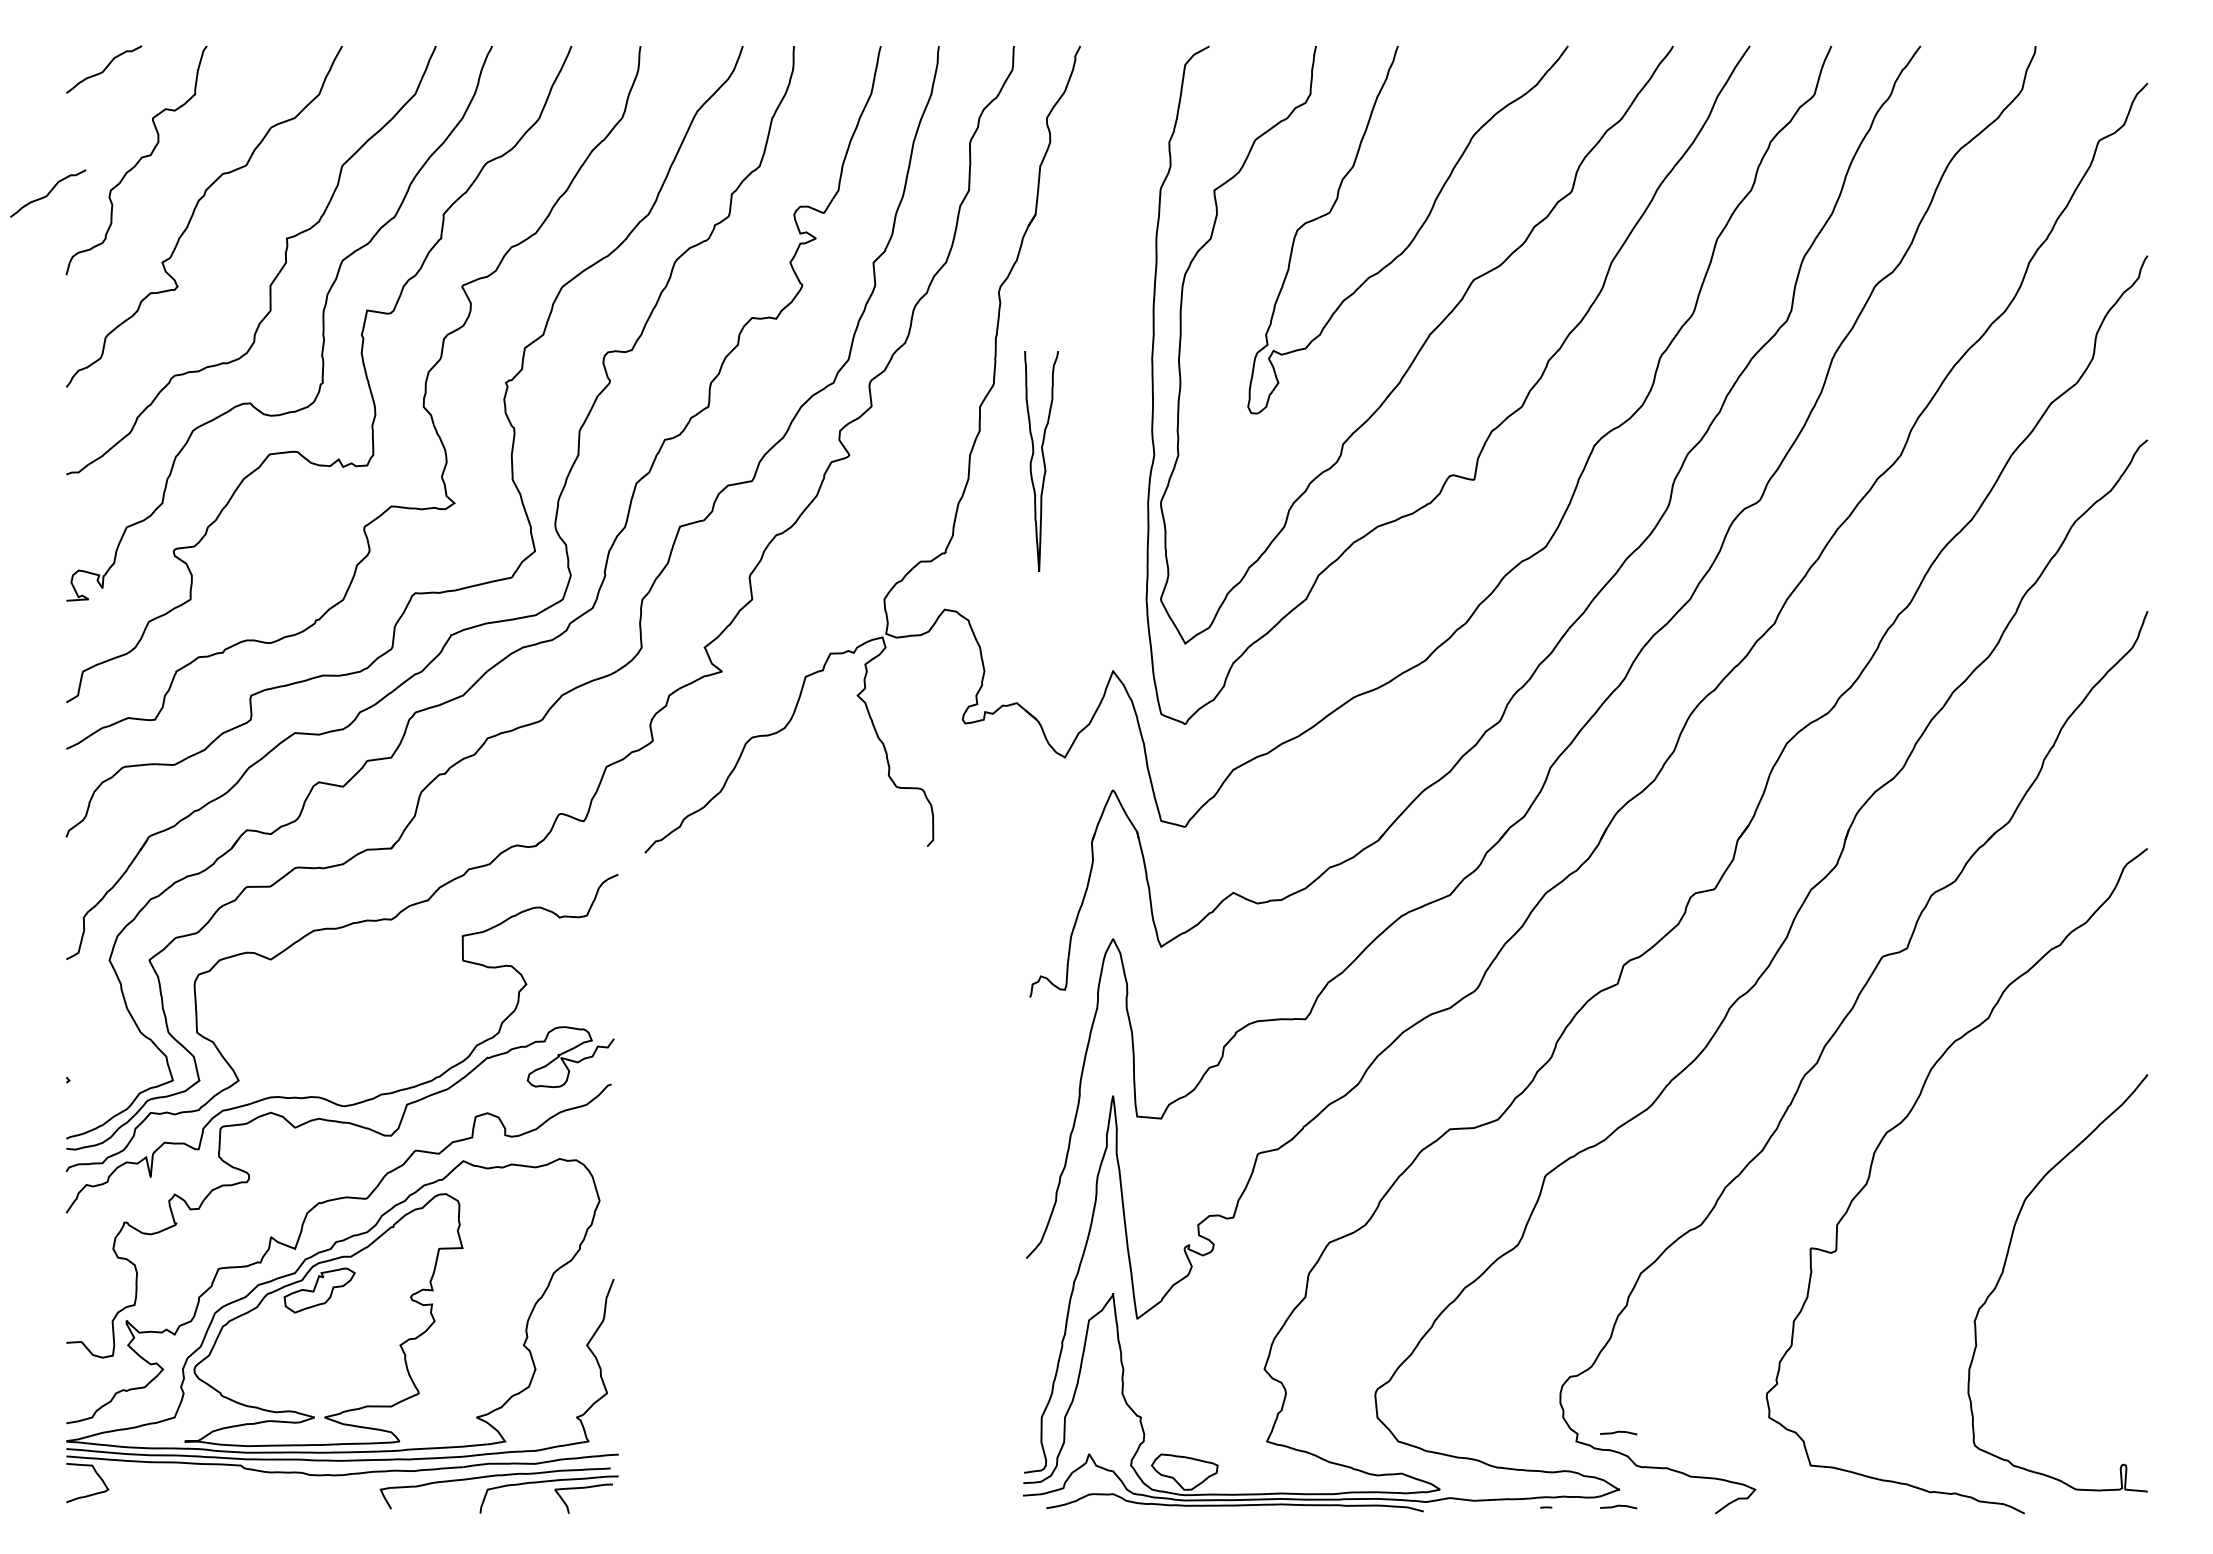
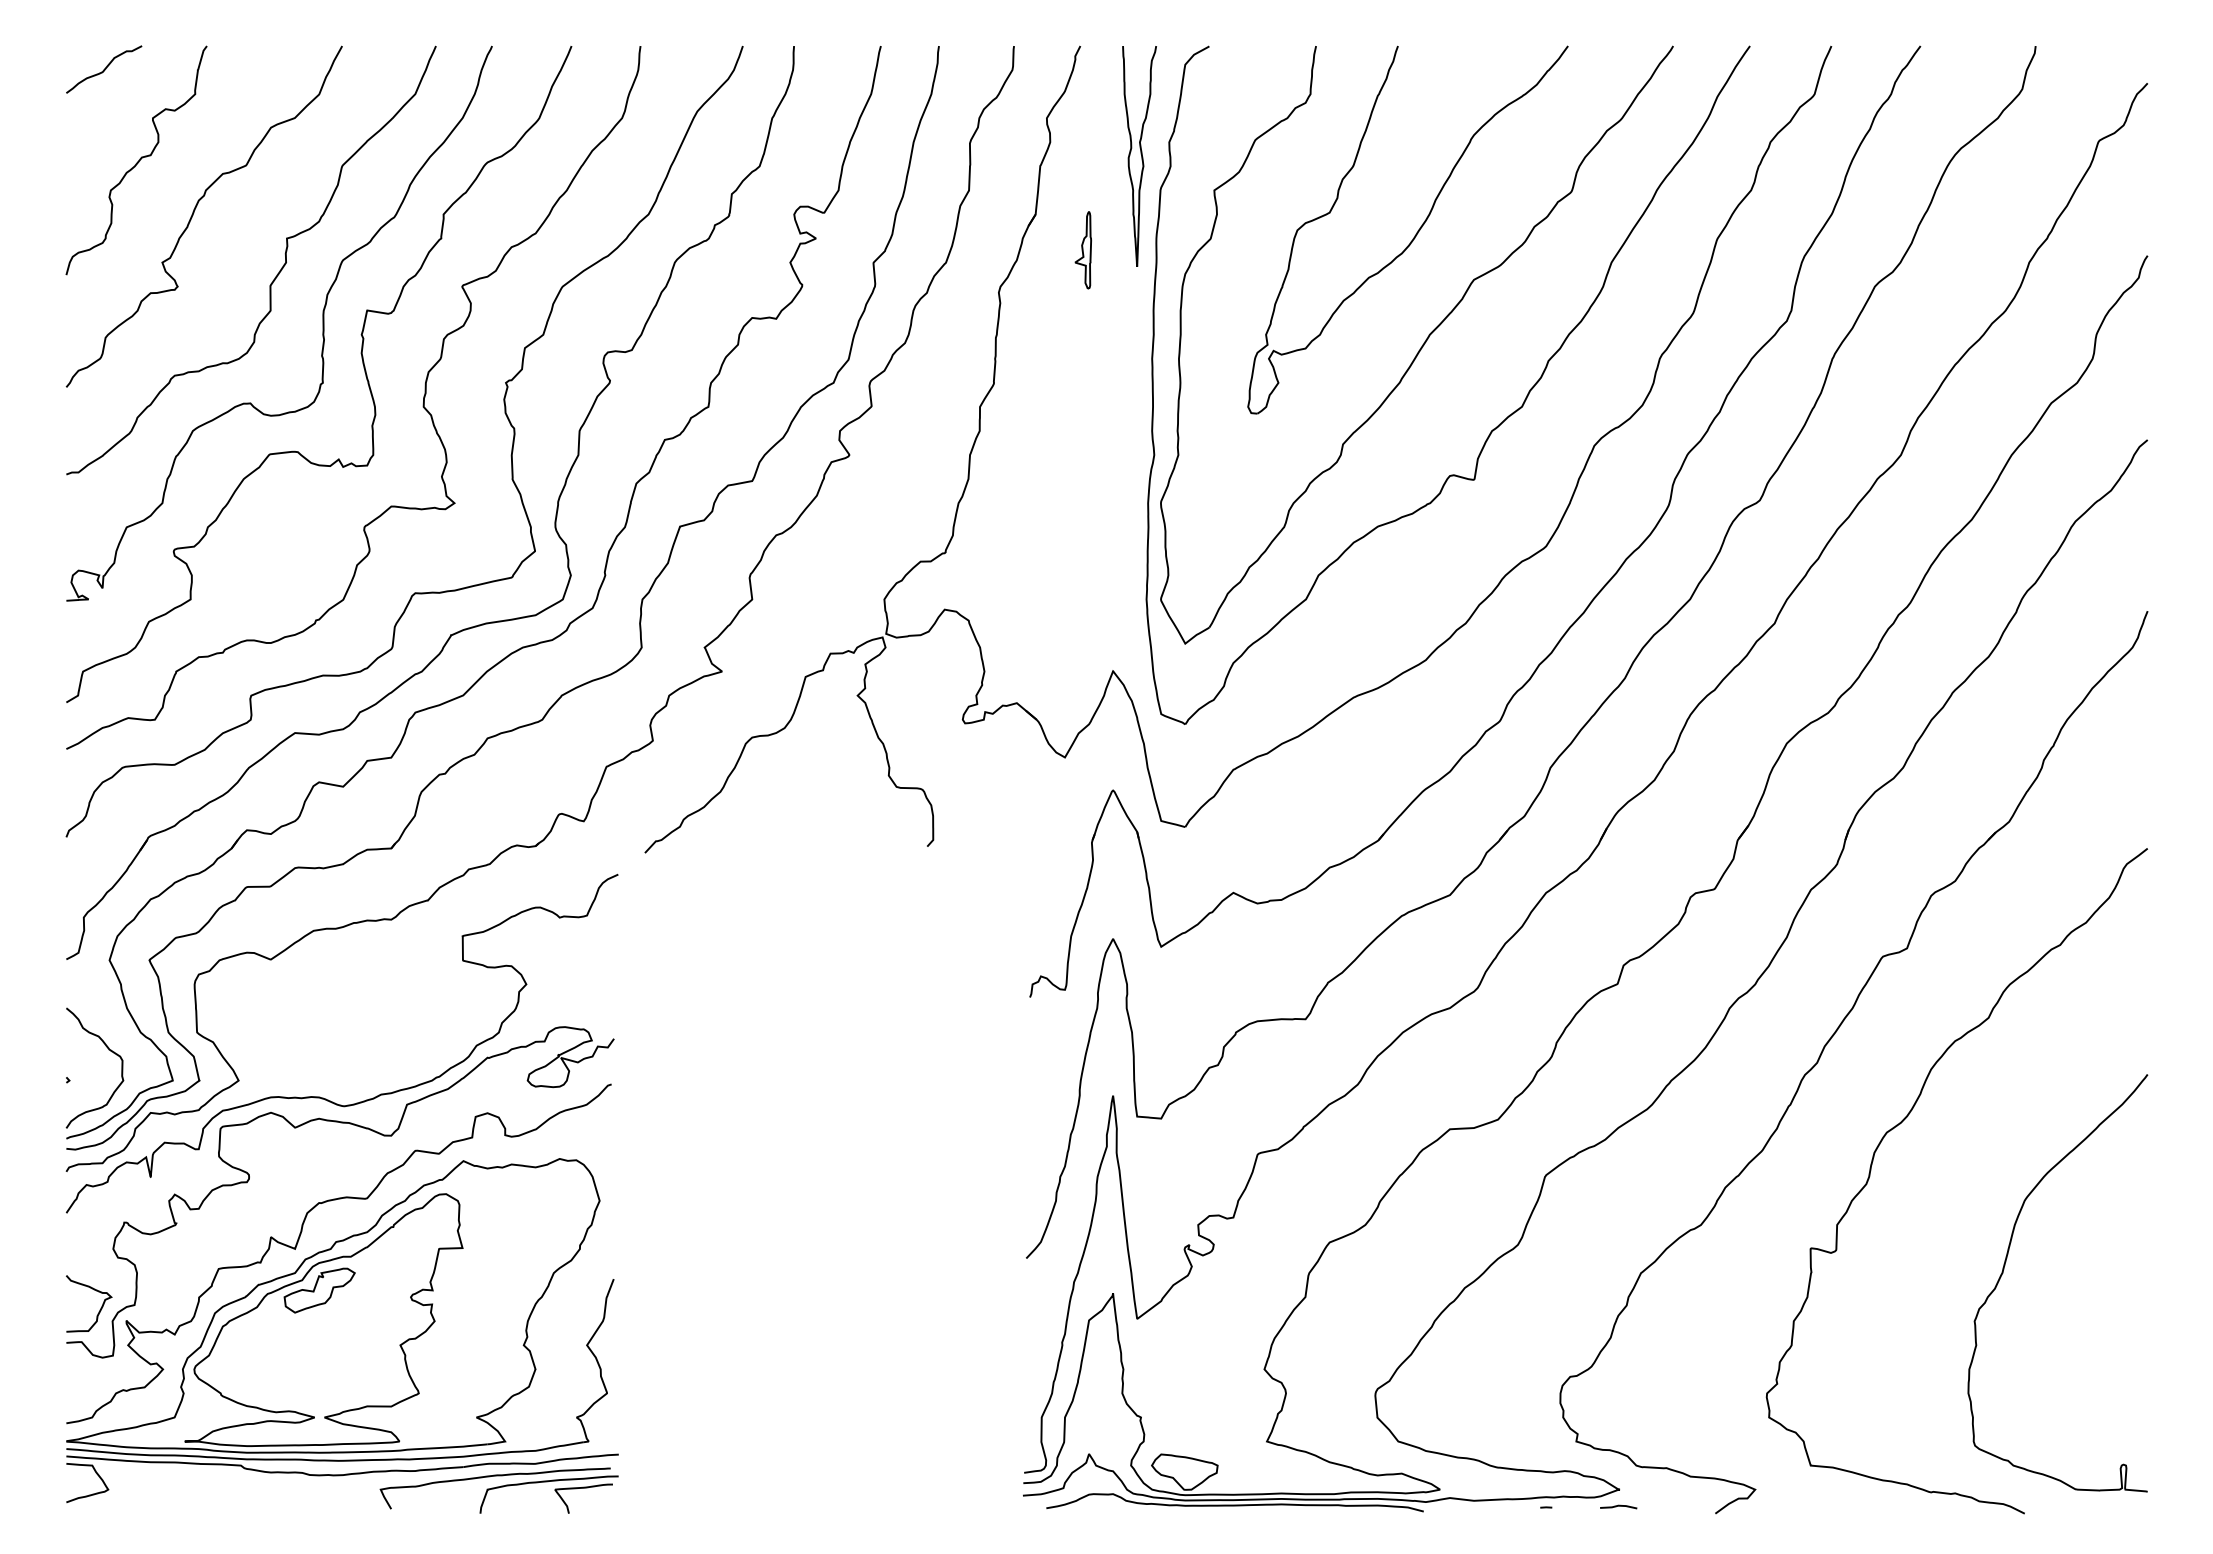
curve at (48, 193): present -> none
part at (1082, 250): none -> present
curve at (1043, 461) position: (1043, 461) -> (1141, 156)
curve at (110, 1051): none -> present
curve at (99, 1309): none -> present
line at (1618, 1432): present -> none
